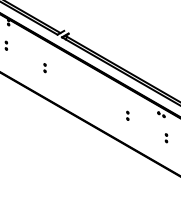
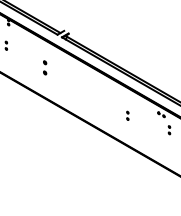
part at (44, 68) size: 4x11 px -> 5x16 px
part at (166, 138) position: (166, 138) -> (169, 130)
